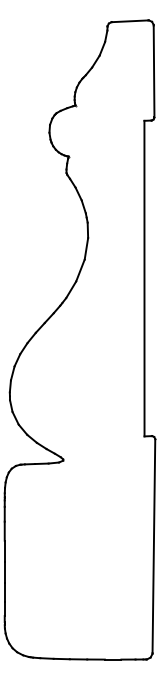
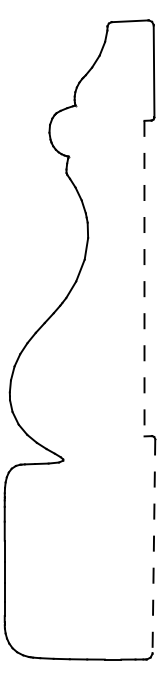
line at (144, 278): solid -> dashed
line at (153, 546): solid -> dashed
